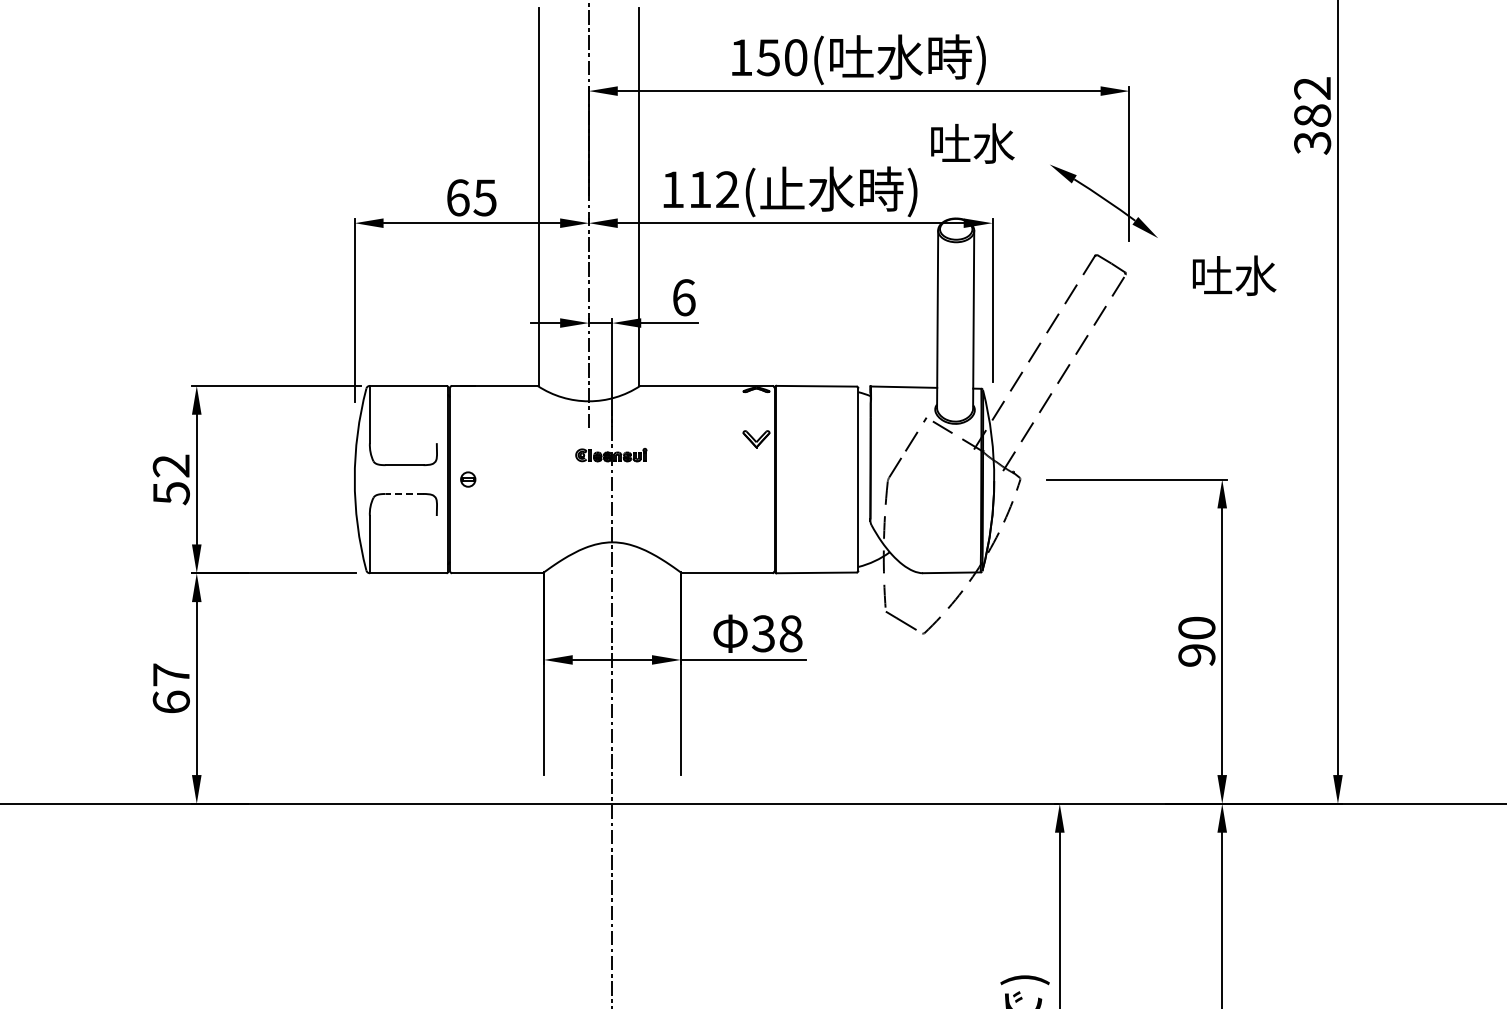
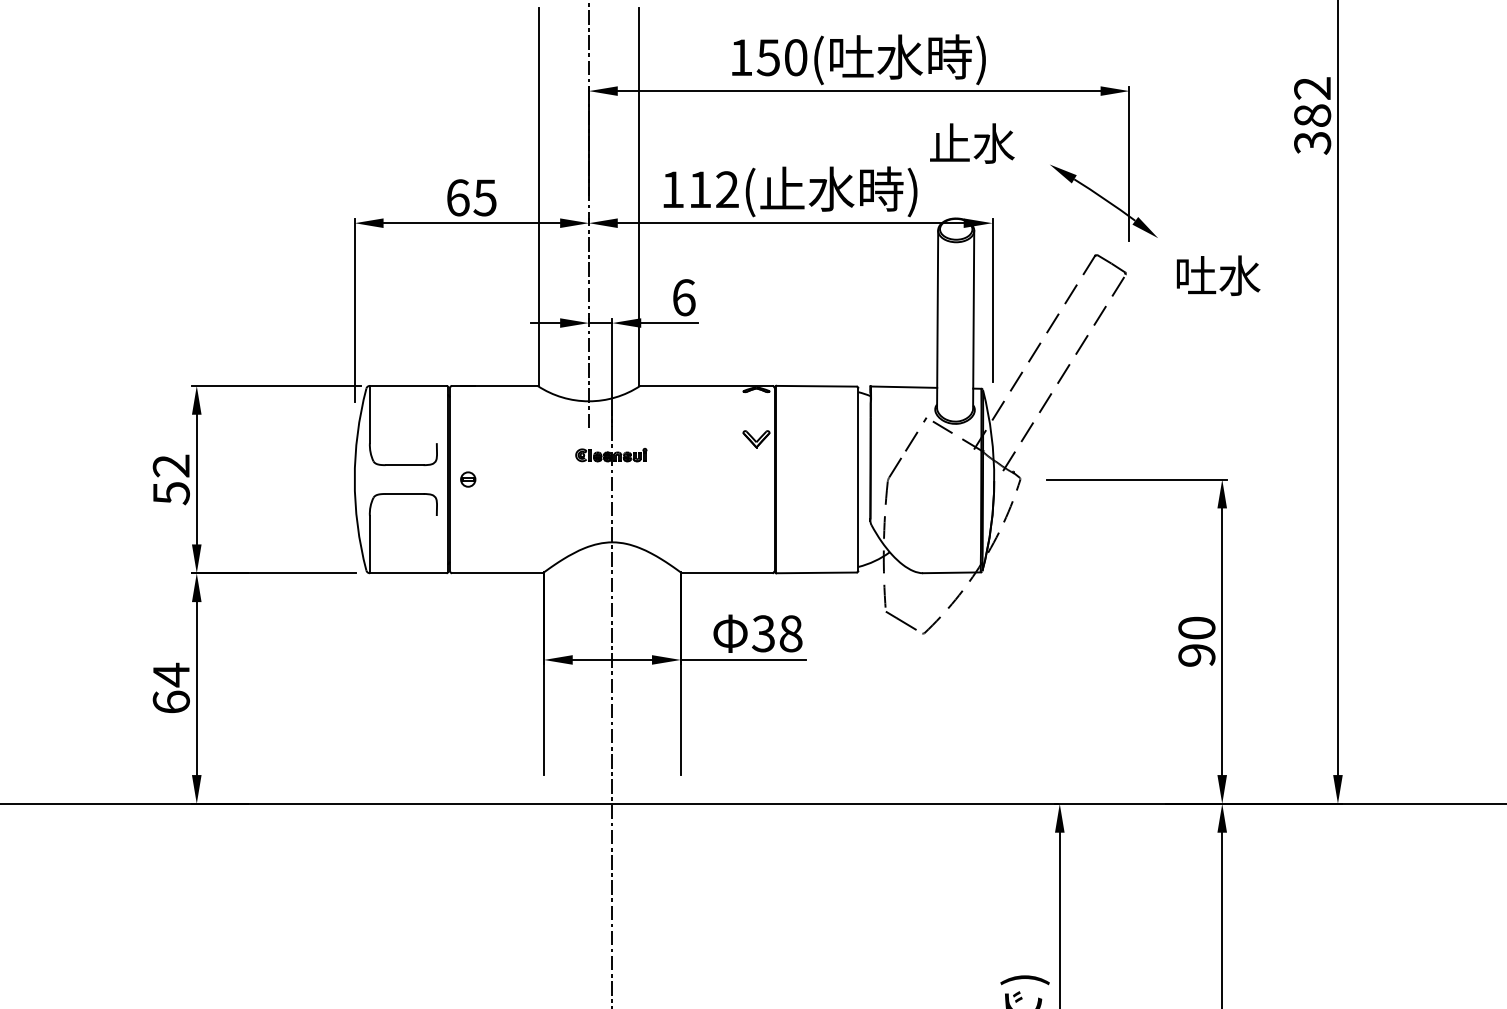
text at (950, 142): 吐水 -> 止水
text at (1234, 275) position: (1234, 275) -> (1218, 275)
line at (404, 493): dashed -> solid
text at (171, 674): 67 -> 64
